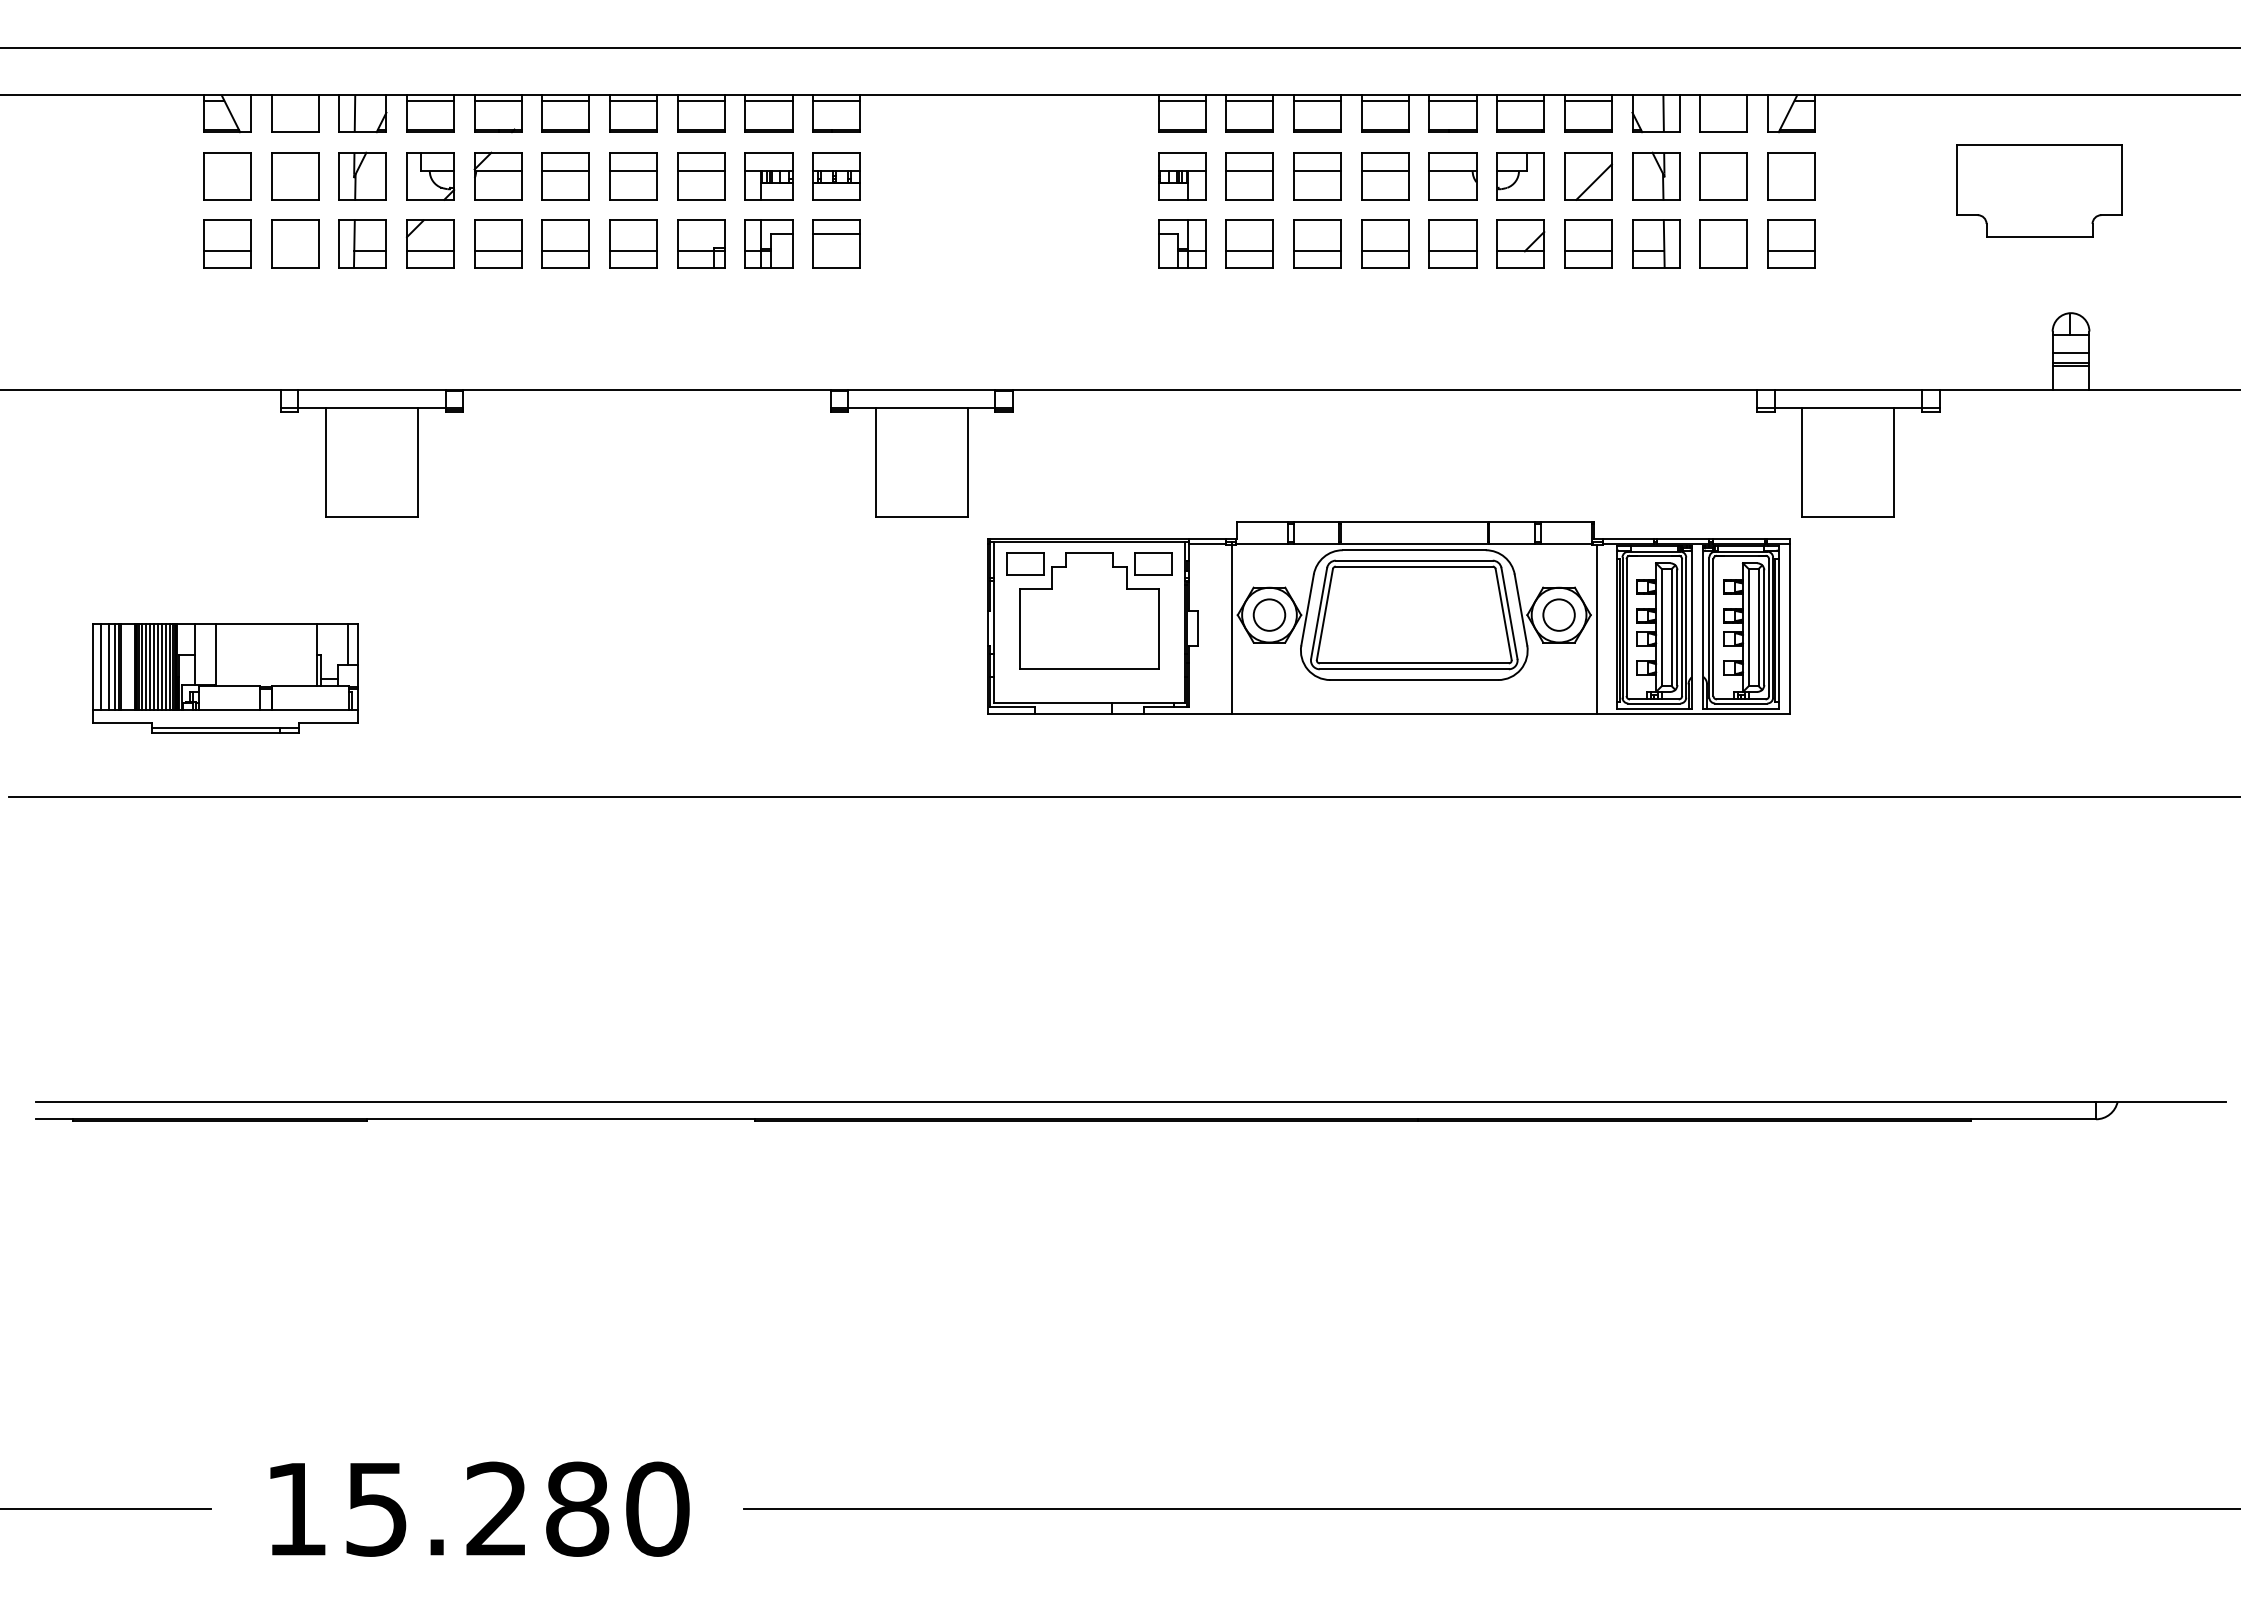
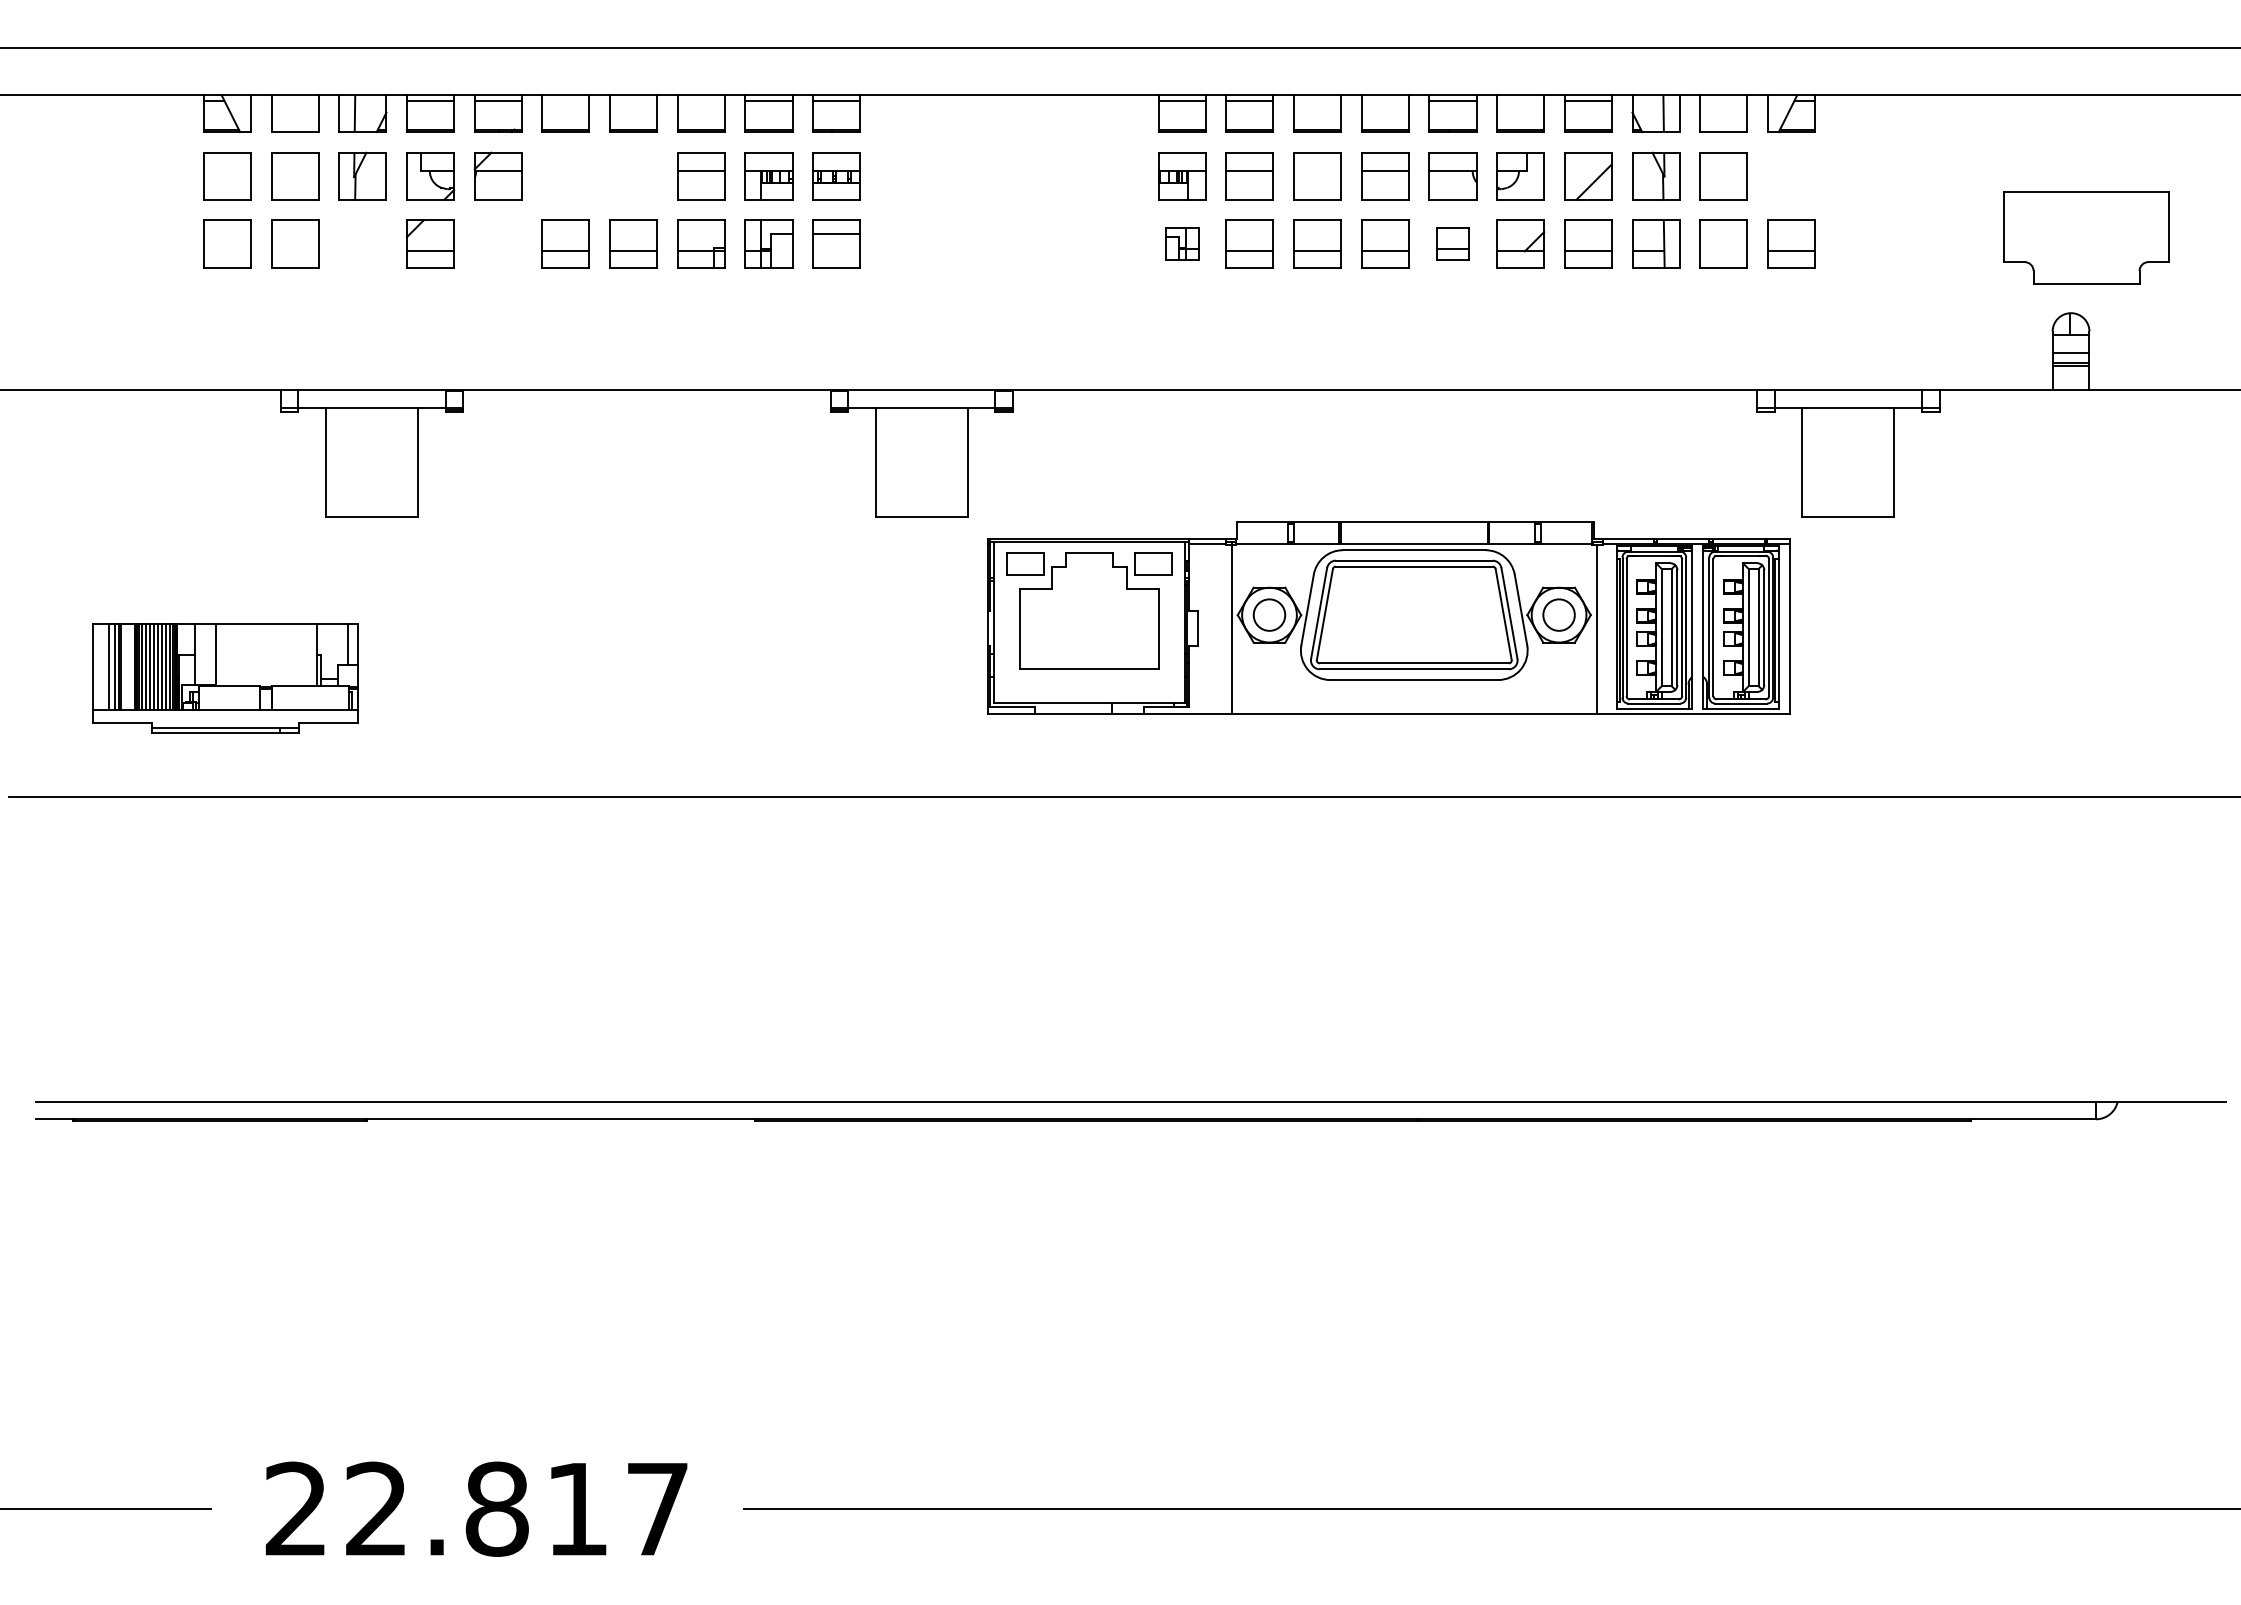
line at (565, 100): present -> none
line at (633, 100): present -> none
line at (700, 100): present -> none
line at (1317, 100): present -> none
line at (1384, 100): present -> none
line at (1520, 100): present -> none
line at (1317, 171): present -> none
part at (565, 176): present -> none
part at (633, 176): present -> none
part at (1791, 176): present -> none
part at (2039, 190) position: (2039, 190) -> (2086, 237)
part at (362, 243): present -> none
part at (498, 243): present -> none
part at (1182, 243) size: 49x50 px -> 35x34 px
part at (1452, 243) size: 50x50 px -> 34x34 px
line at (227, 251): present -> none
line at (101, 666): present -> none
text at (477, 1508): 15.280 -> 22.817
